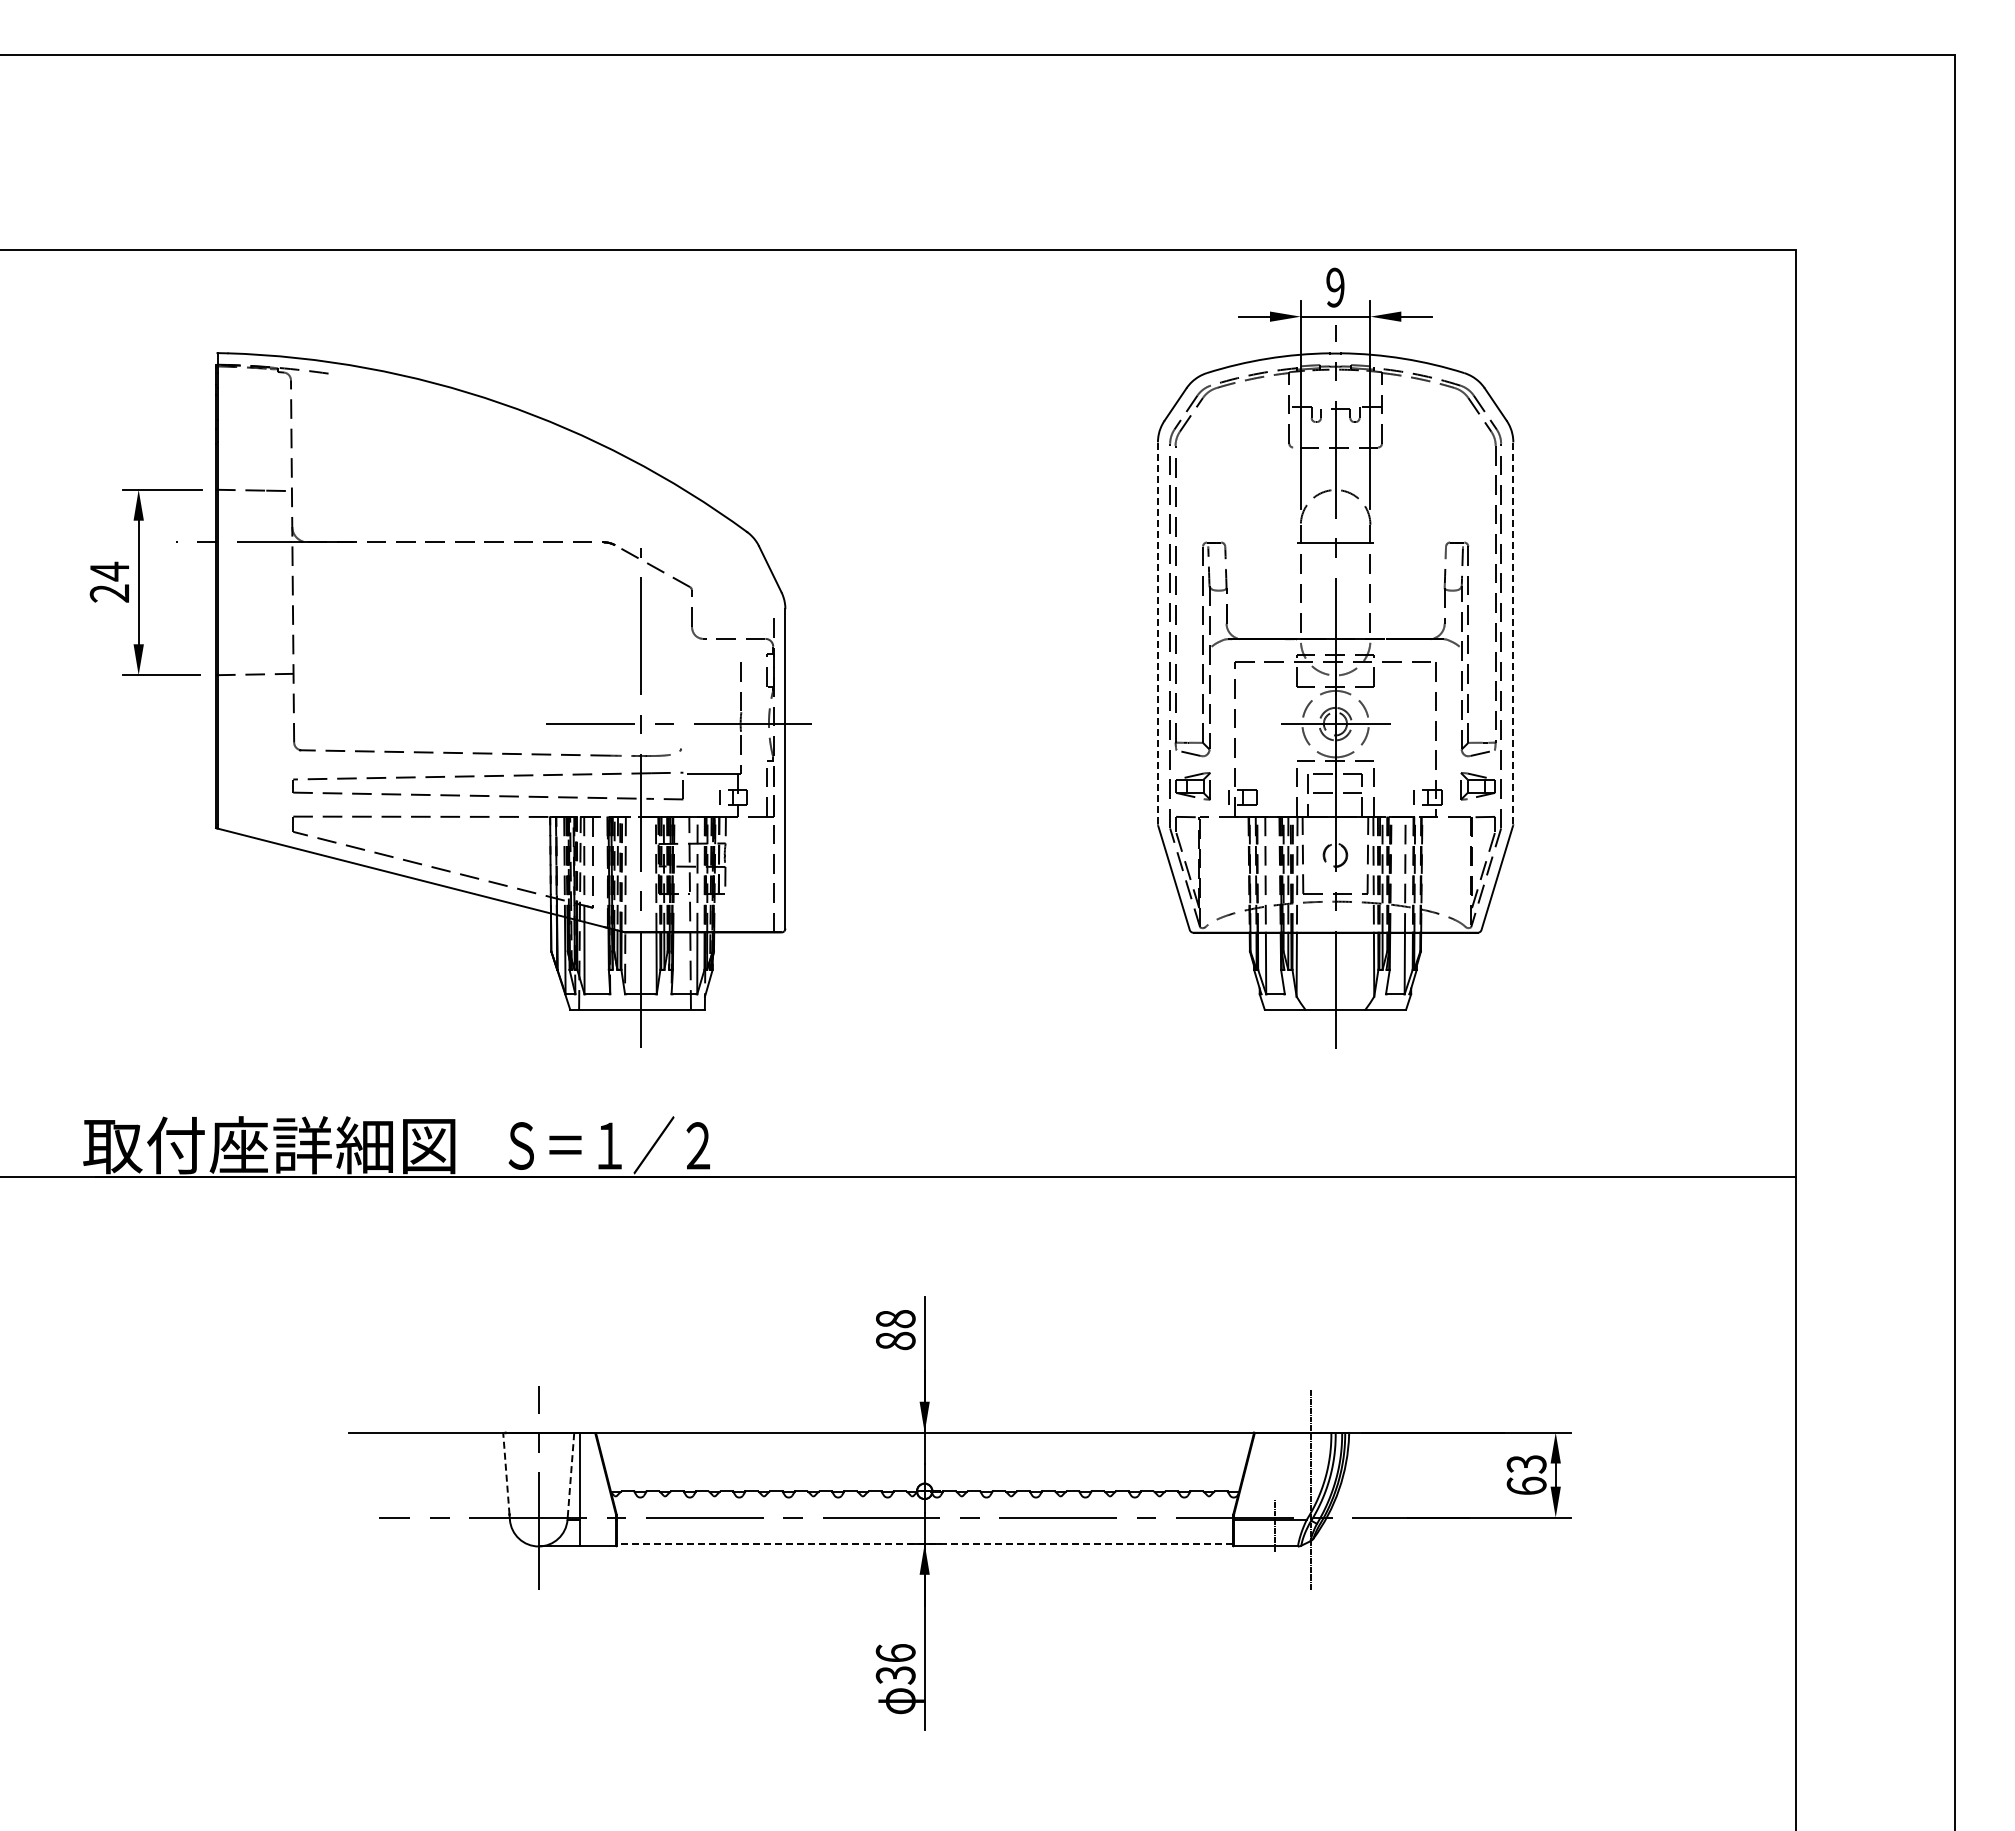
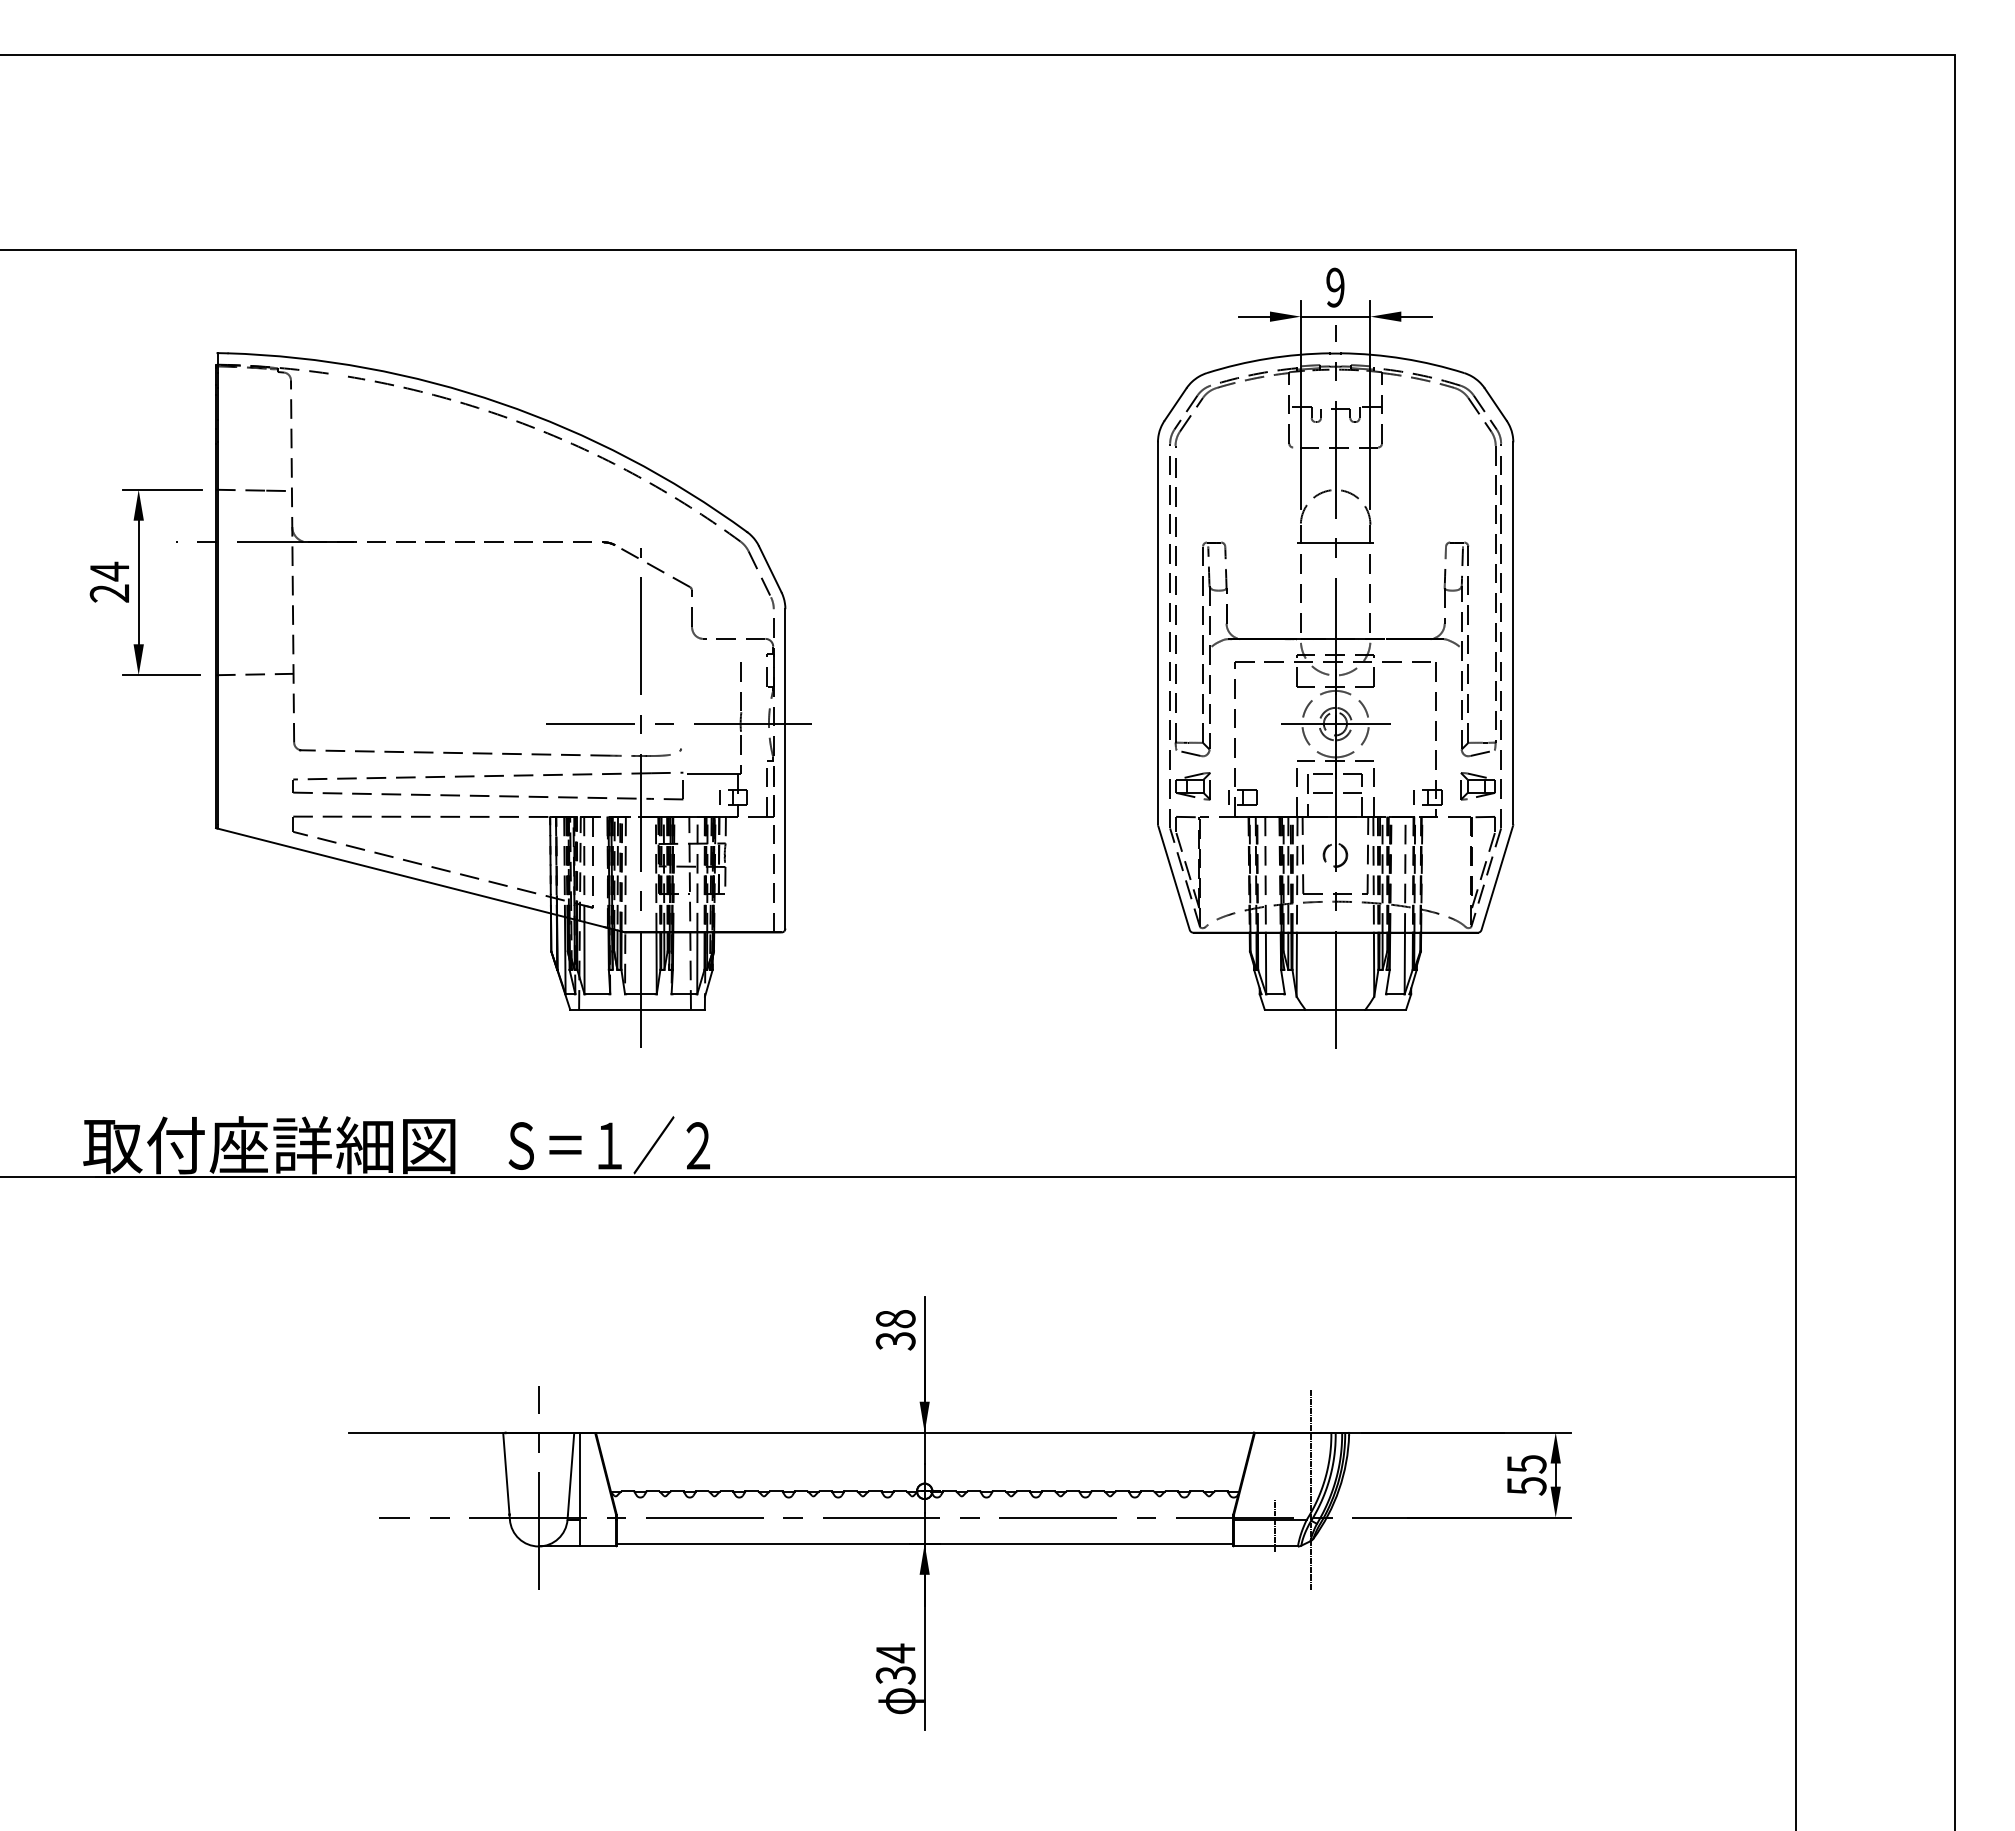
part at (581, 449): none -> present
line at (1157, 633): dashed -> solid
line at (1513, 633): dashed -> solid
text at (895, 1340): 88 -> 38
line at (506, 1473): dashed -> solid
line at (571, 1473): dashed -> solid
text at (1526, 1475): 63 -> 55
line at (924, 1543): dashed -> solid
text at (895, 1653): 36 -> 34
